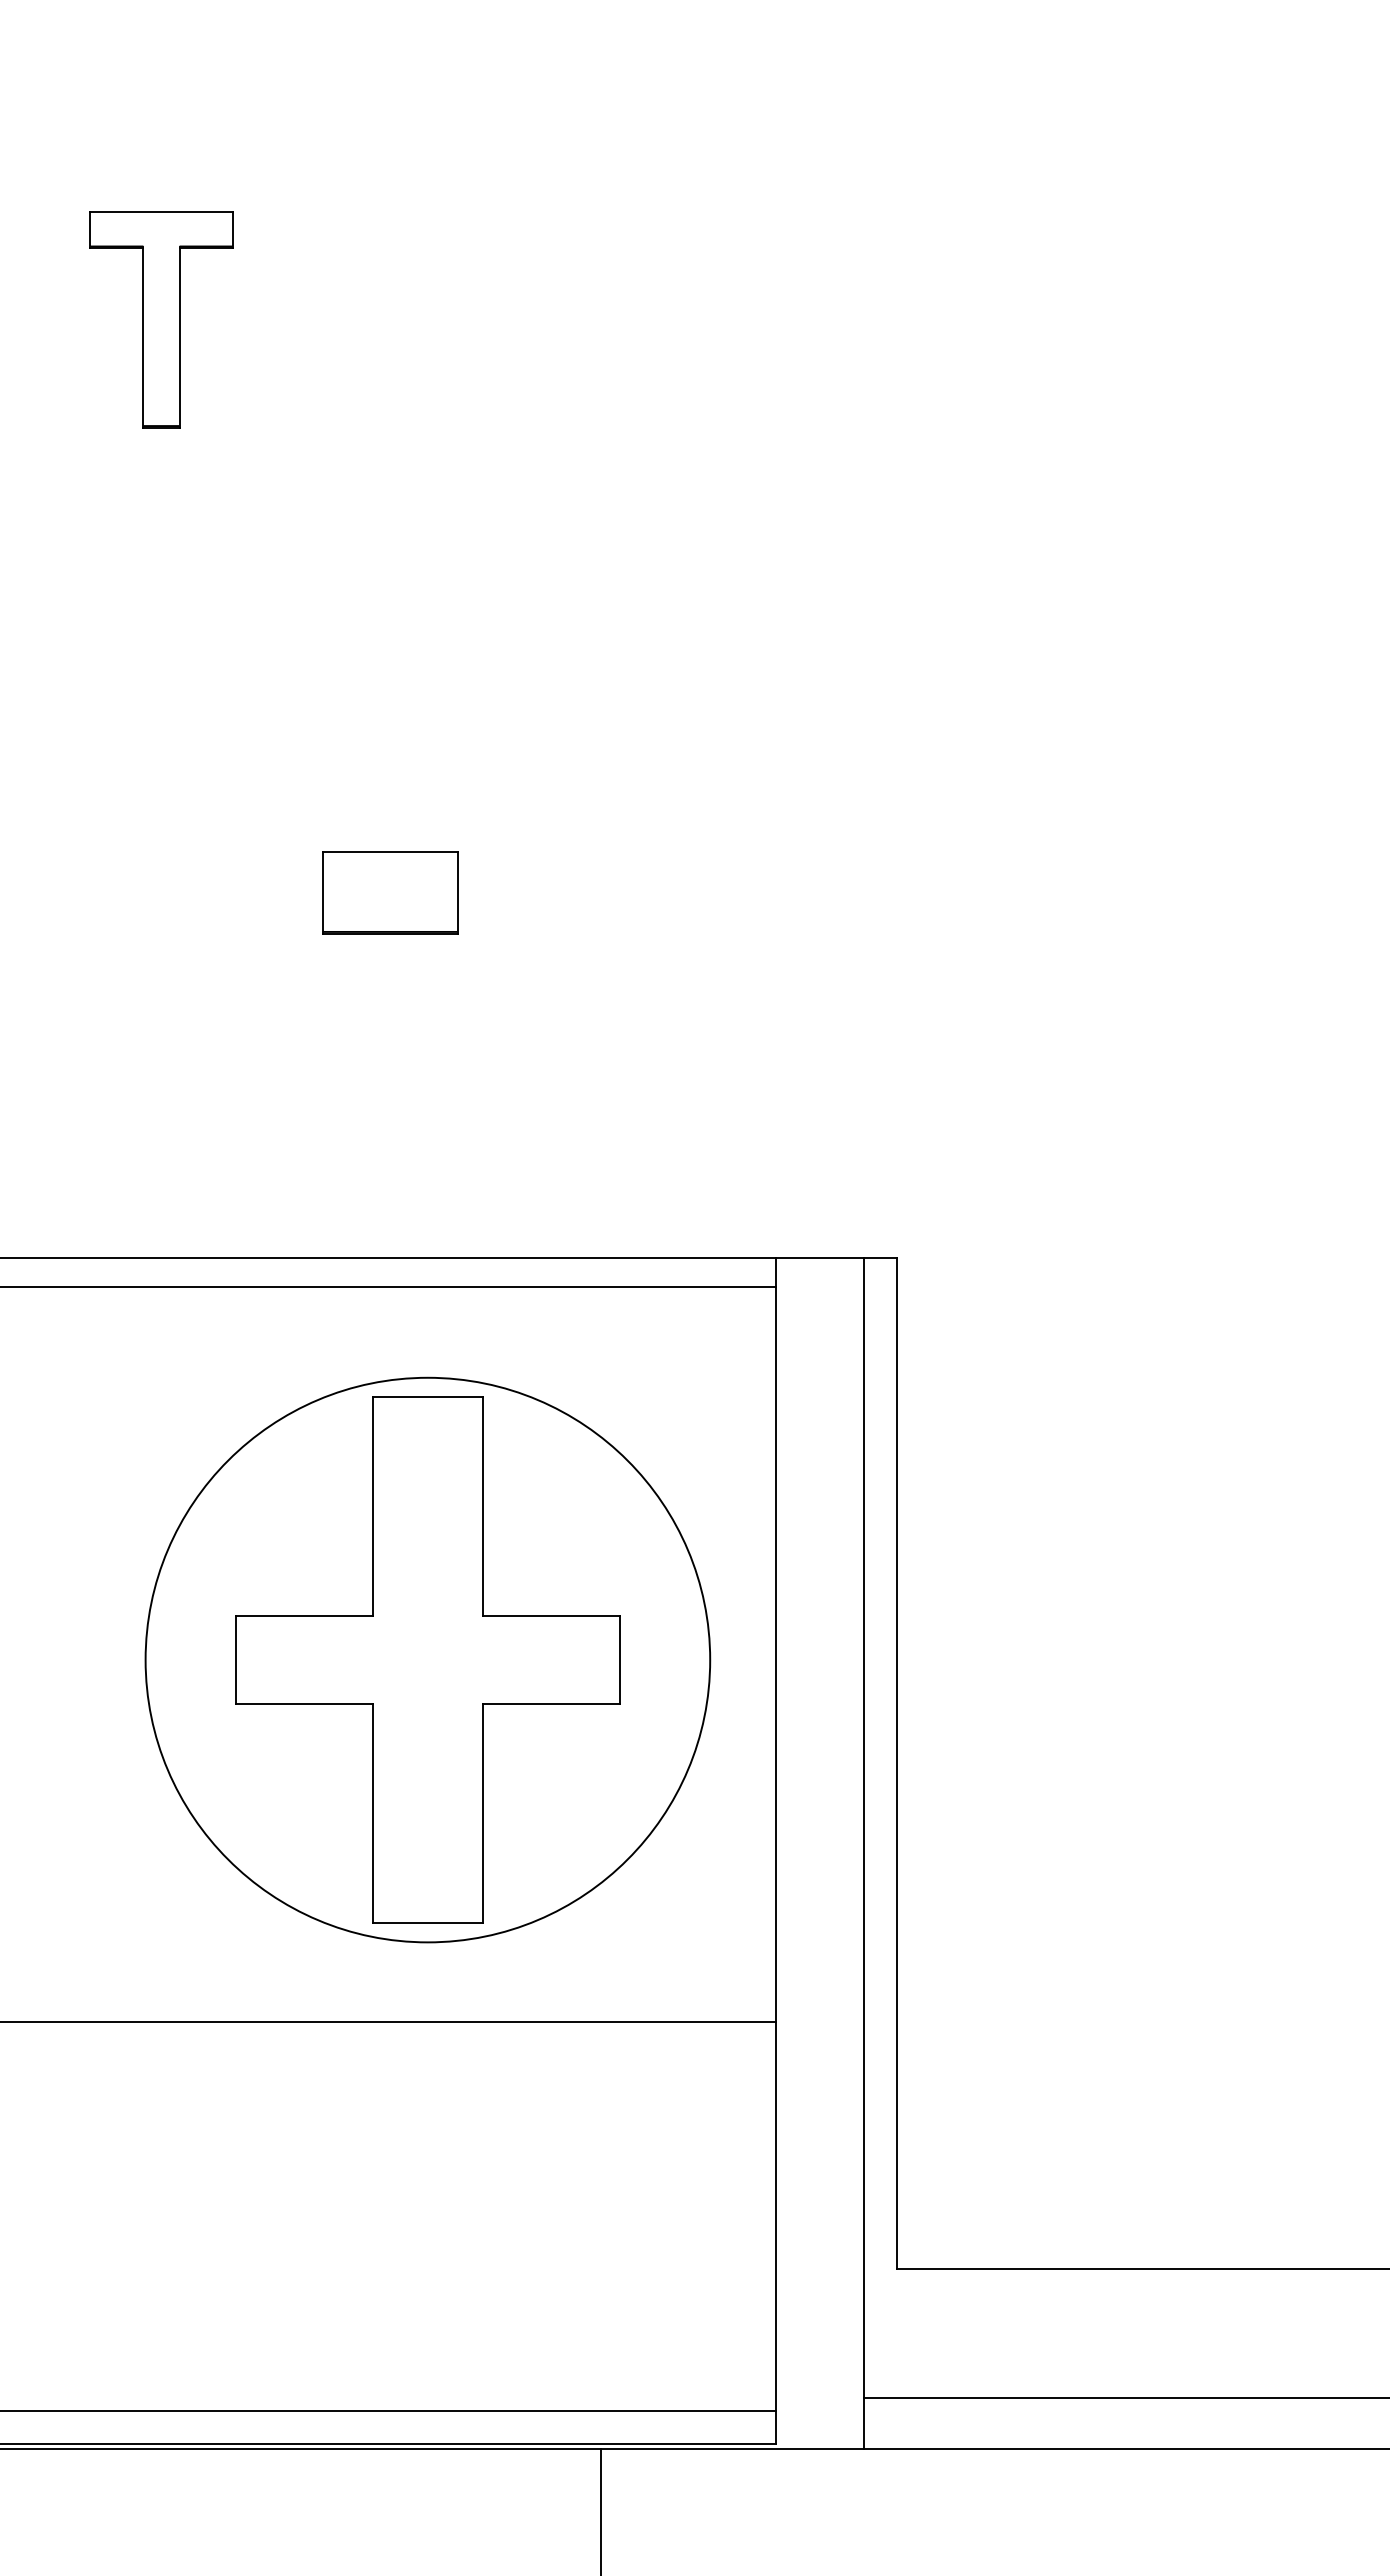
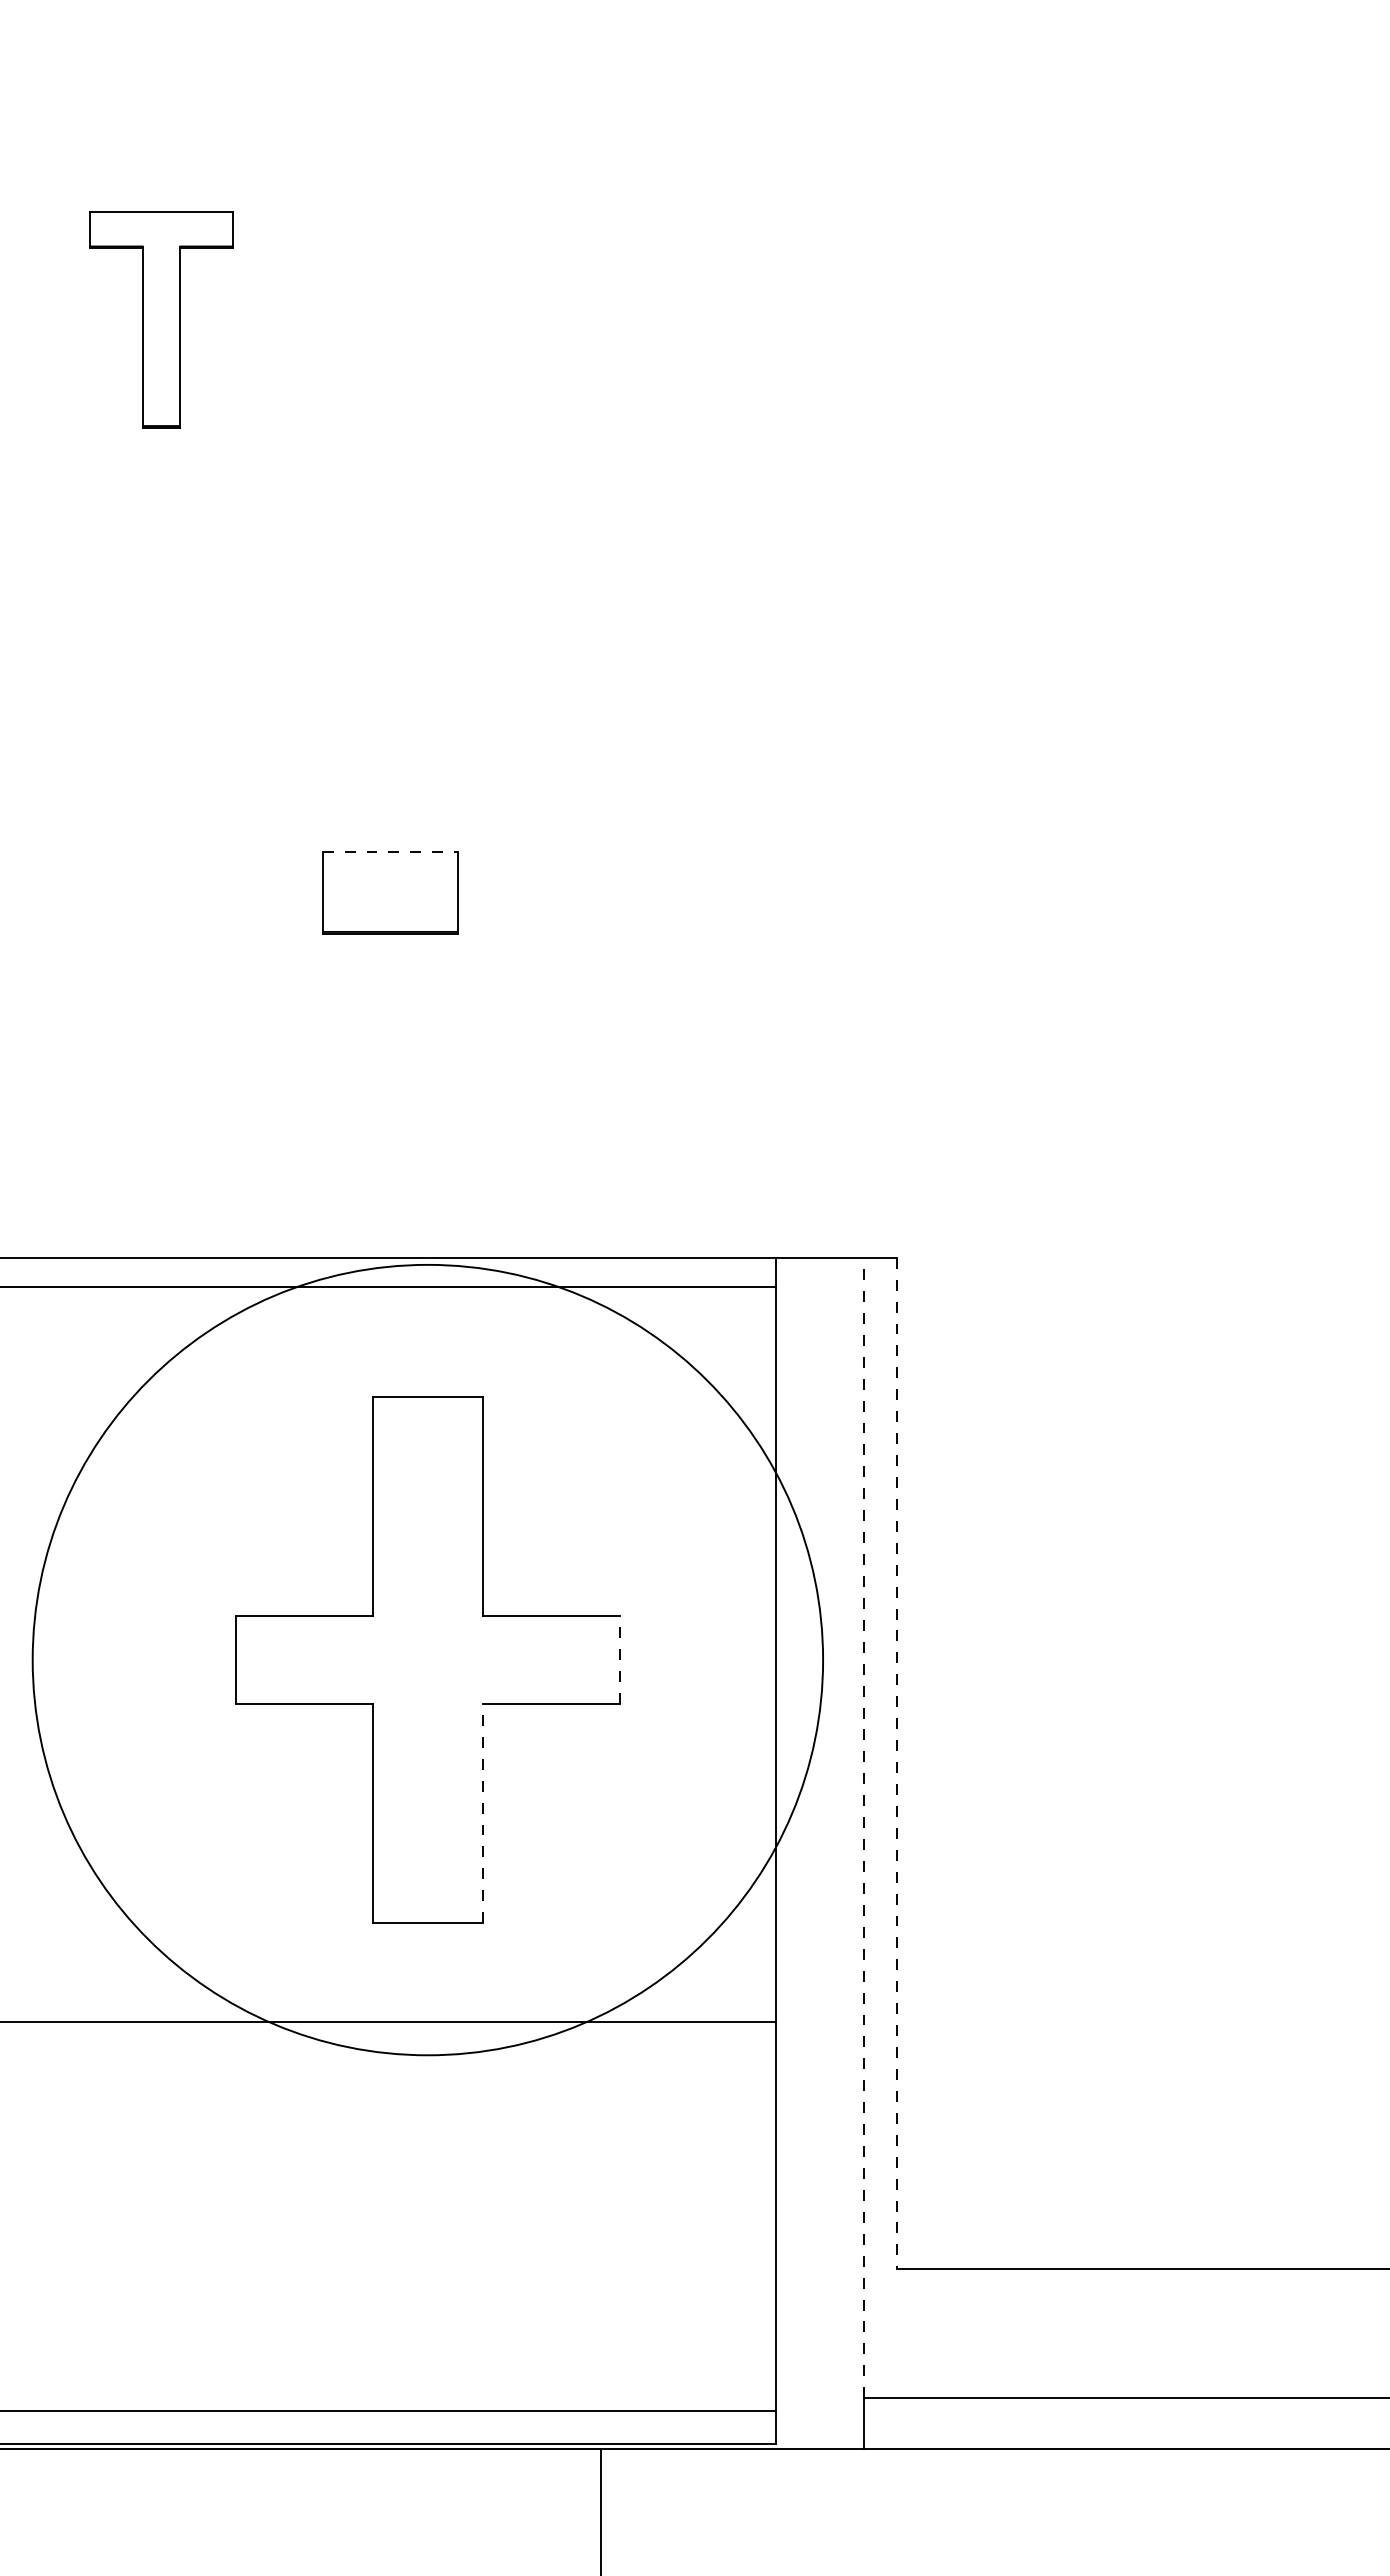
line at (390, 852): solid -> dashed
circle at (427, 1659) diameter: 565 px -> 790 px
line at (619, 1660): solid -> dashed
line at (896, 1763): solid -> dashed
line at (482, 1813): solid -> dashed
line at (863, 1827): solid -> dashed
